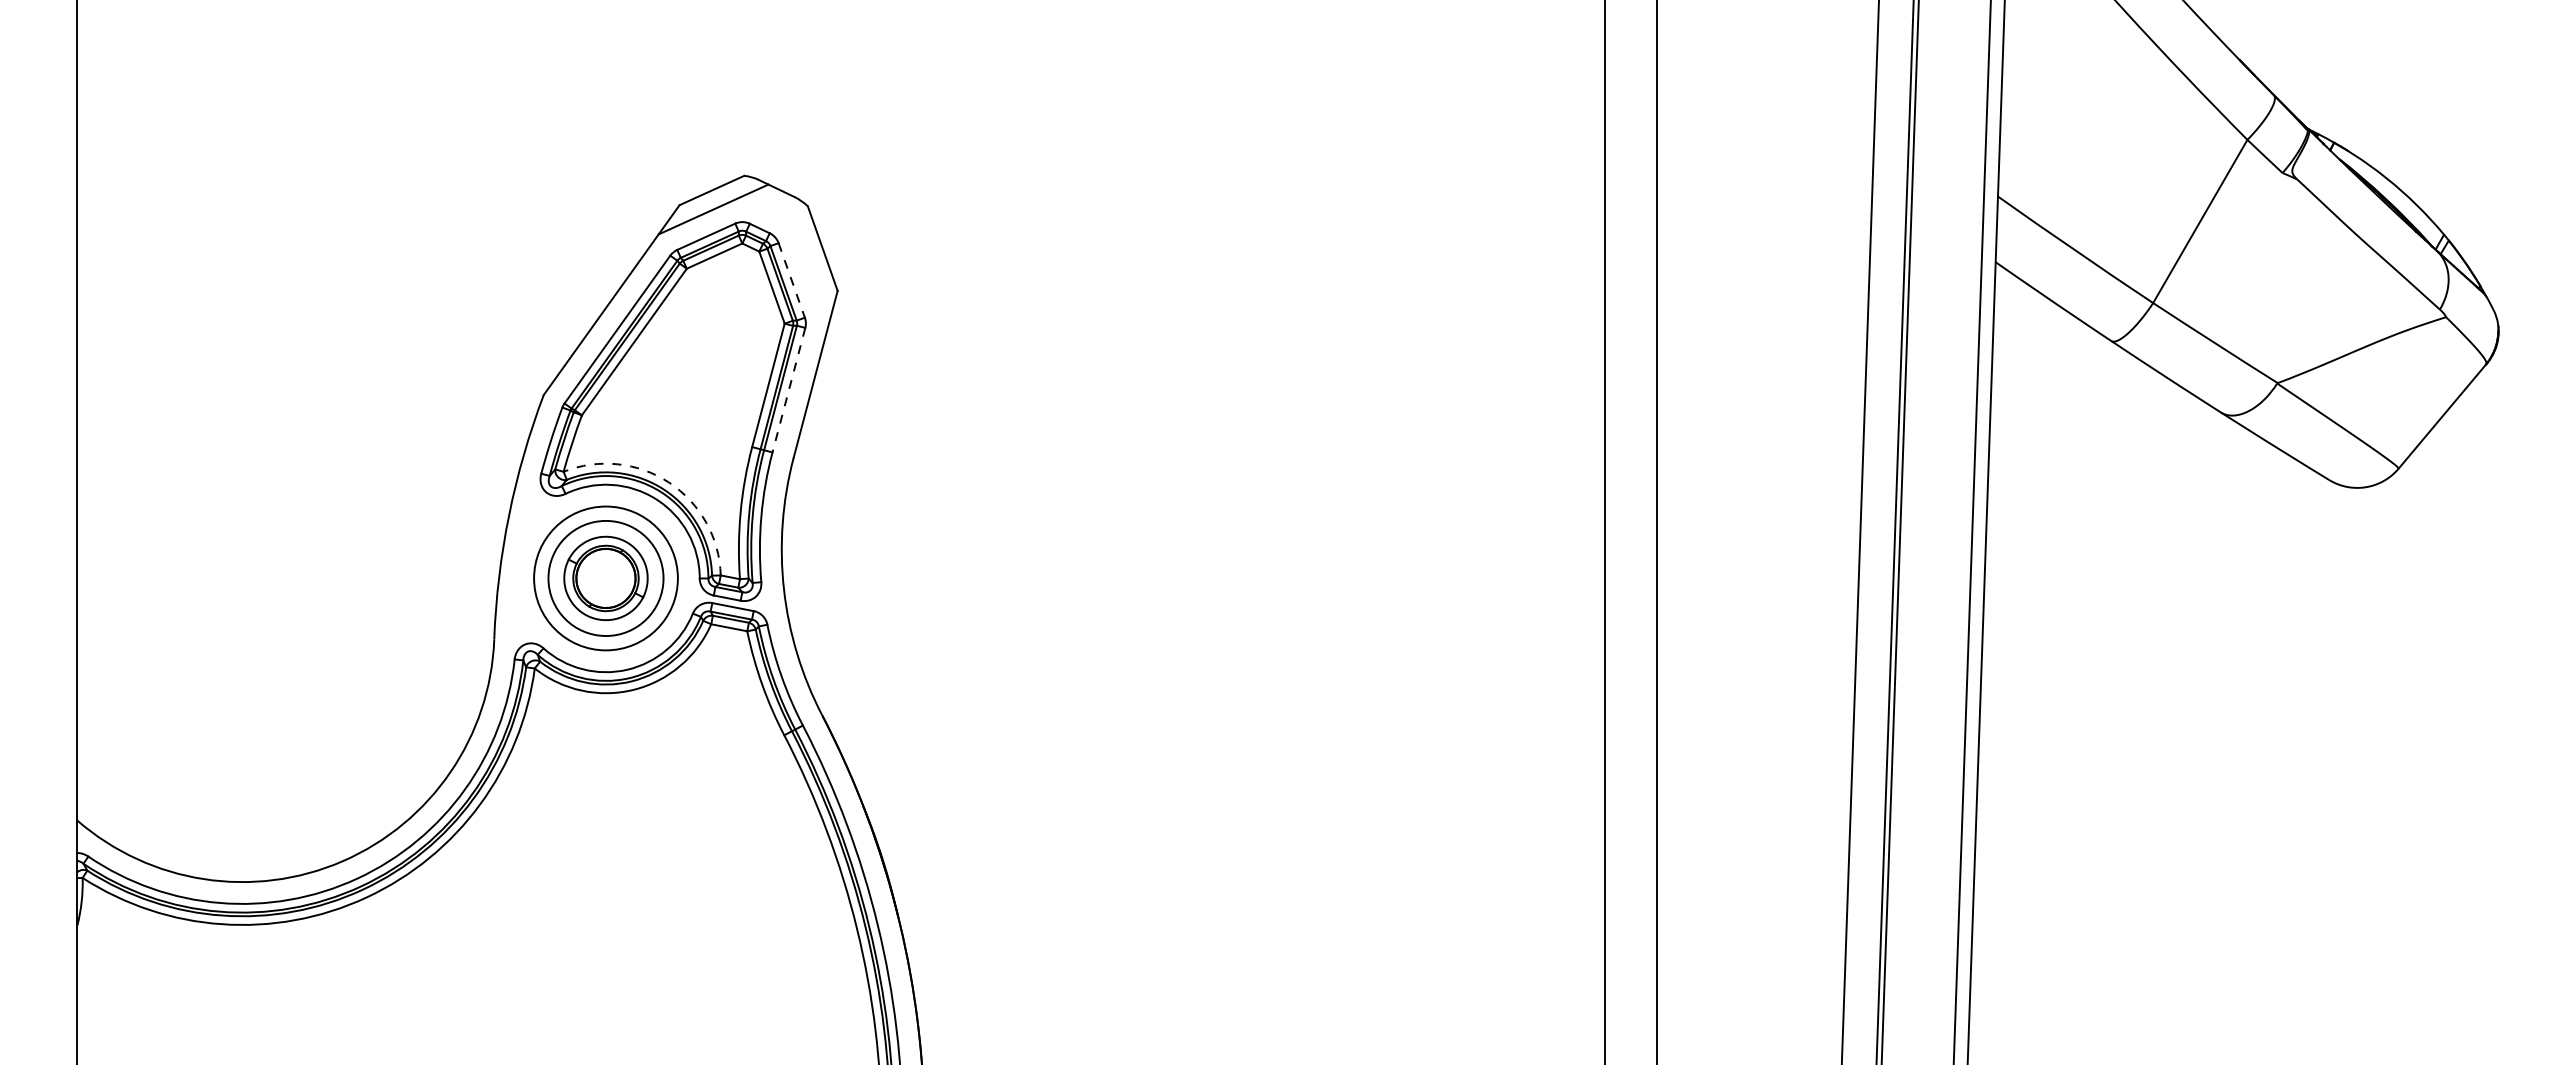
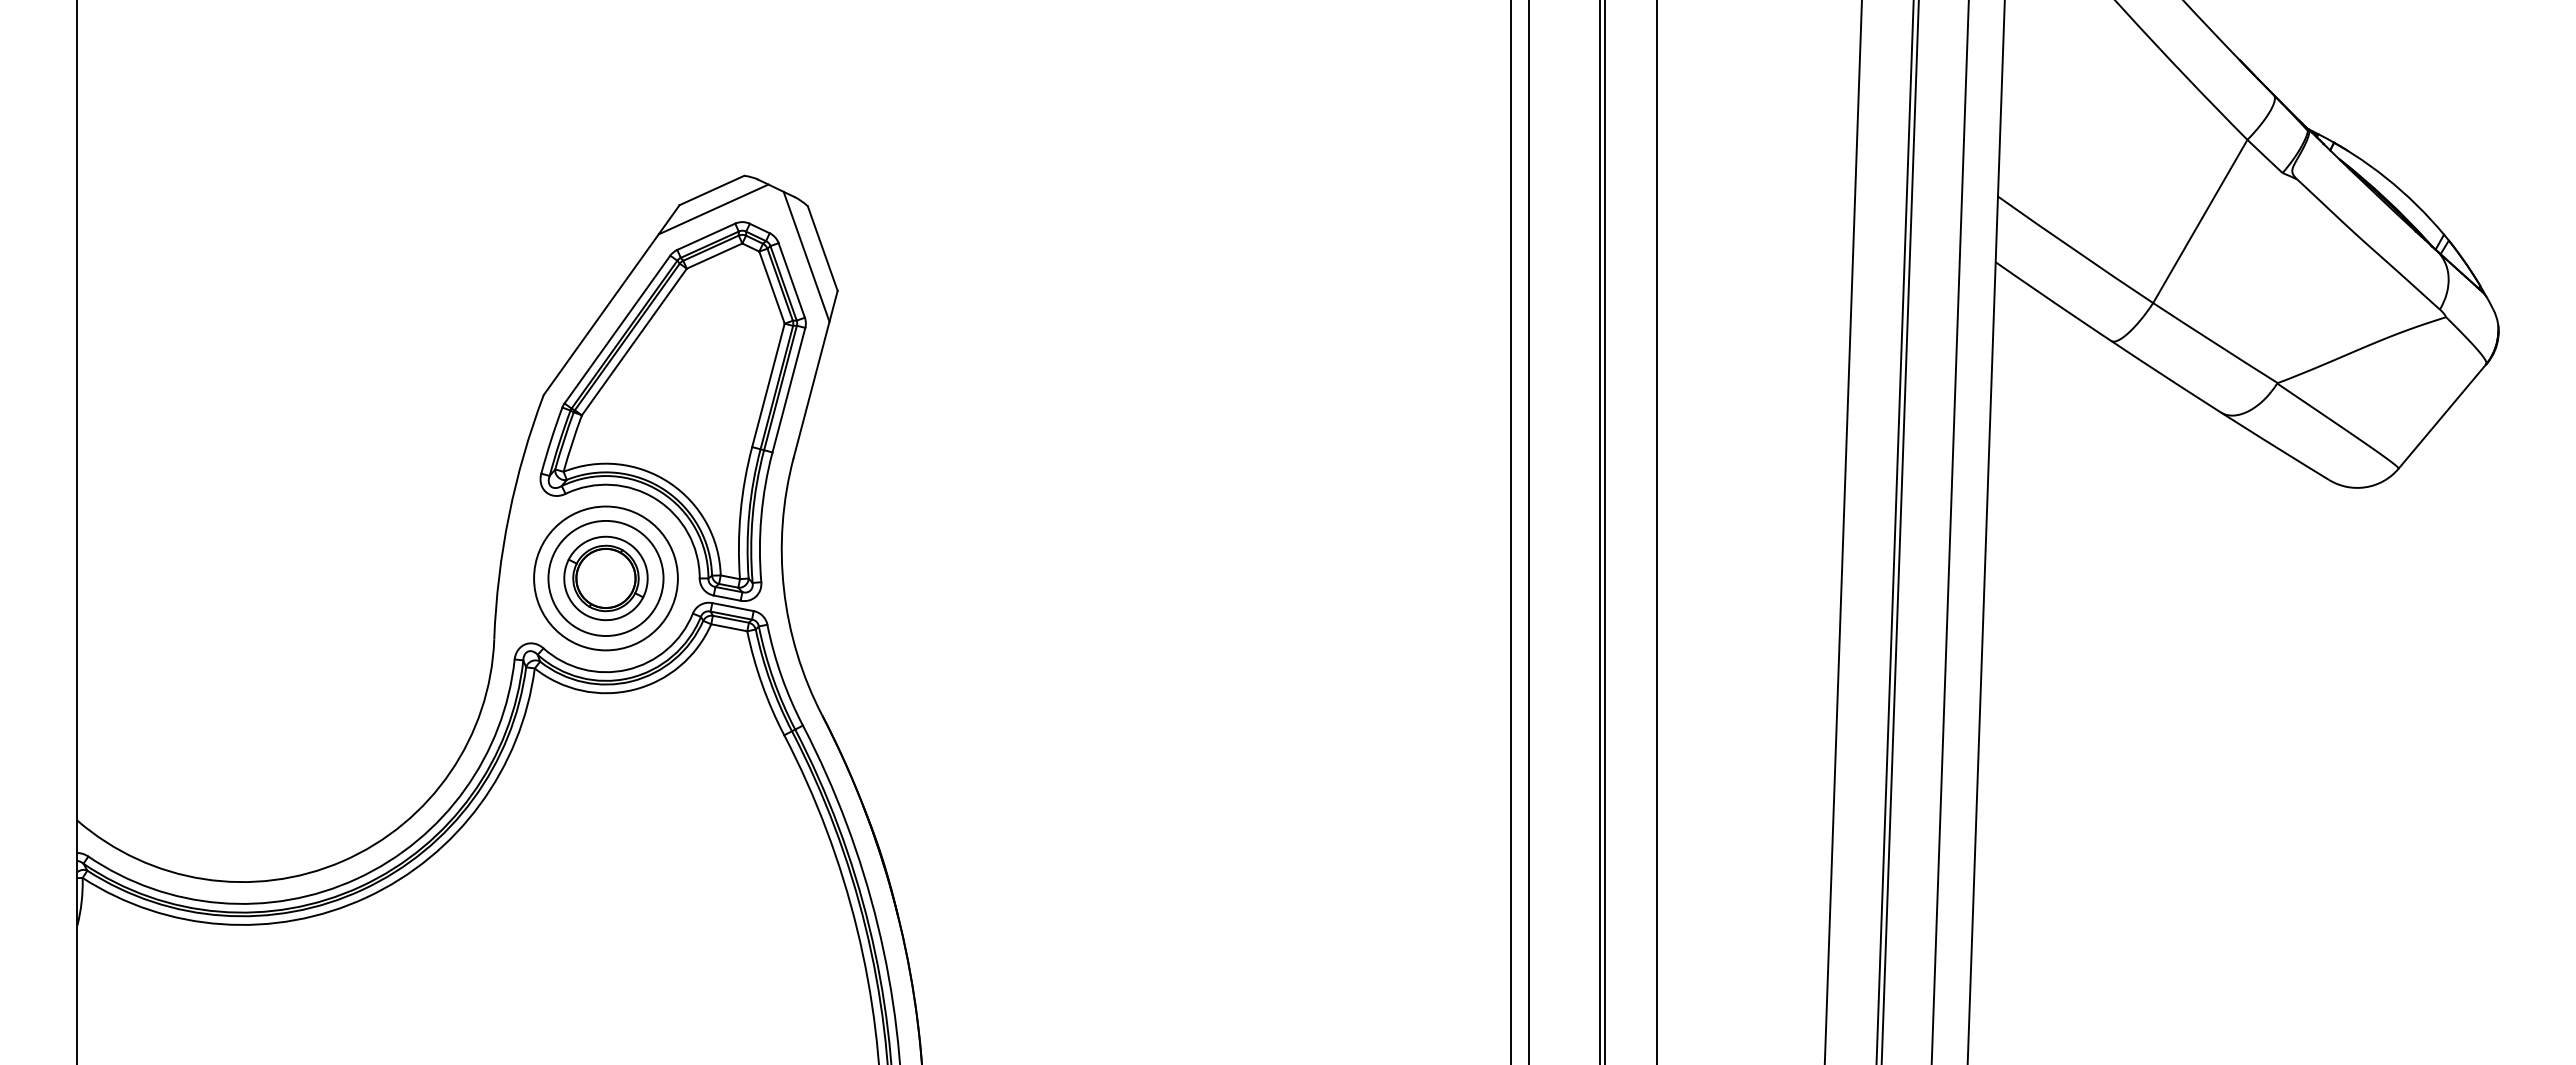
line at (806, 256): none -> present
line at (791, 280): dashed -> solid
line at (788, 390): dashed -> solid
arc at (669, 482): dashed -> solid
line at (1510, 531): none -> present
line at (1528, 531): none -> present
line at (1600, 531): none -> present
line at (1859, 531) position: (1859, 531) -> (1842, 531)
line at (1971, 531) position: (1971, 531) -> (1949, 531)
